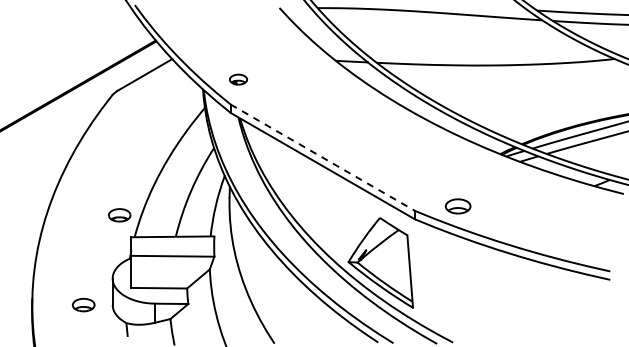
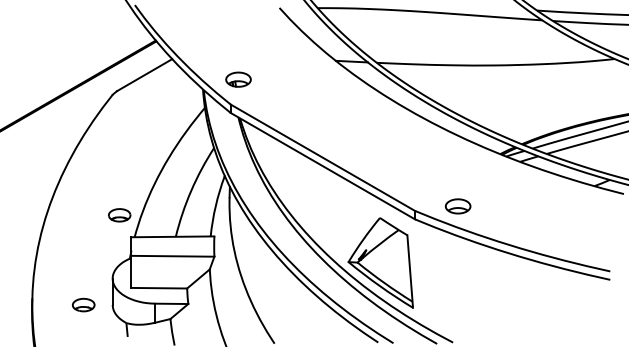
part at (238, 79) size: 20x13 px -> 27x17 px
line at (323, 158): dashed -> solid
